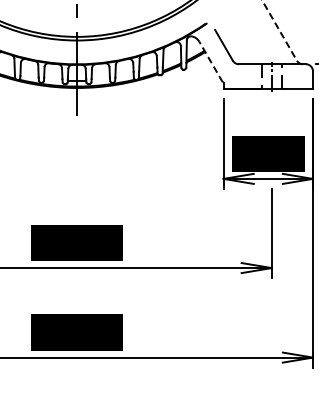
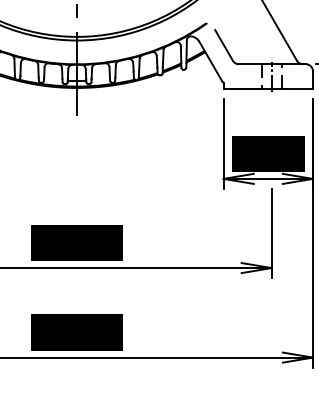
line at (279, 30): dashed -> solid
line at (210, 61): dashed -> solid
